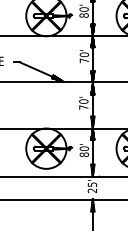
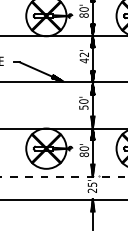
text at (84, 57): 70' -> 42'
text at (83, 107): 70' -> 50'
line at (63, 176): solid -> dashed
